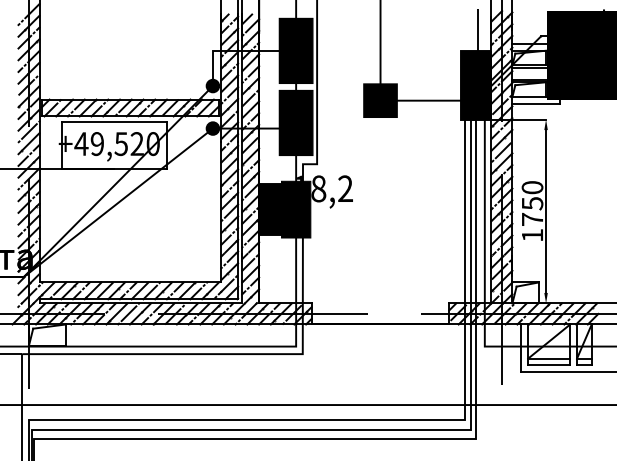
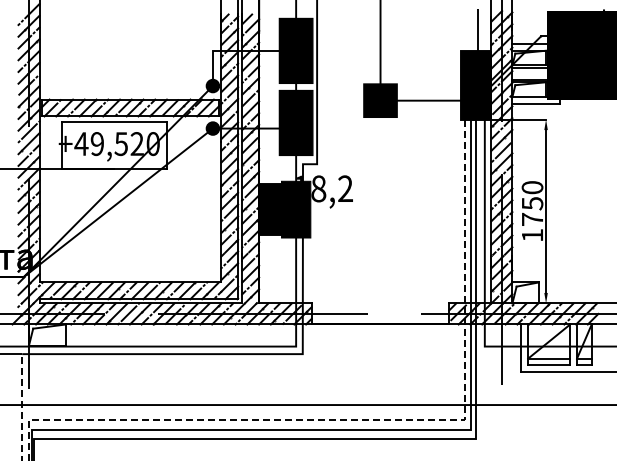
line at (22, 407): solid -> dashed
line at (376, 419): solid -> dashed
